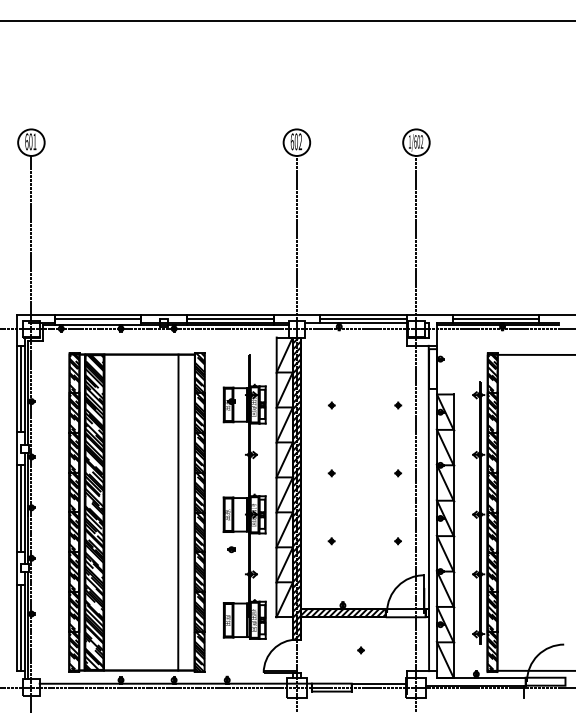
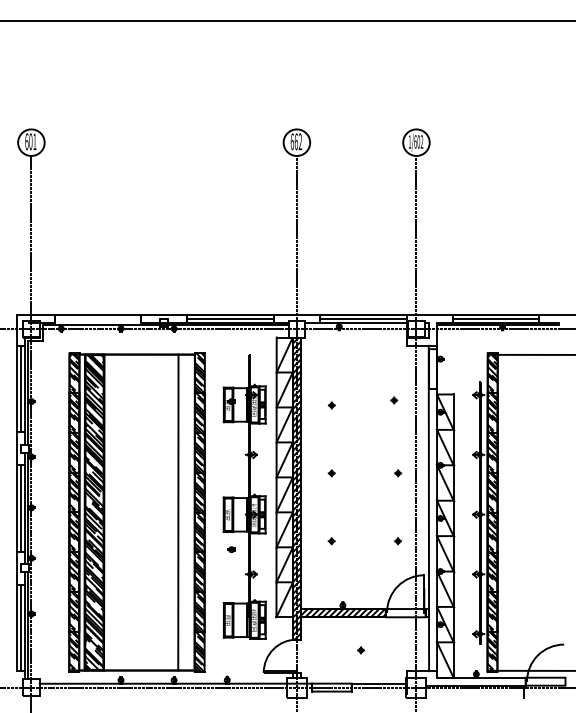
text at (296, 141): 602 -> 662
line at (97, 319): present -> none
part at (398, 405) position: (398, 405) -> (394, 400)
